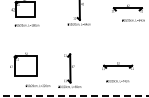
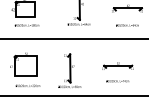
text at (133, 20) position: (133, 20) -> (127, 25)
line at (73, 39): none -> present
text at (37, 85) position: (37, 85) -> (27, 85)
line at (74, 95): dashed -> solid
